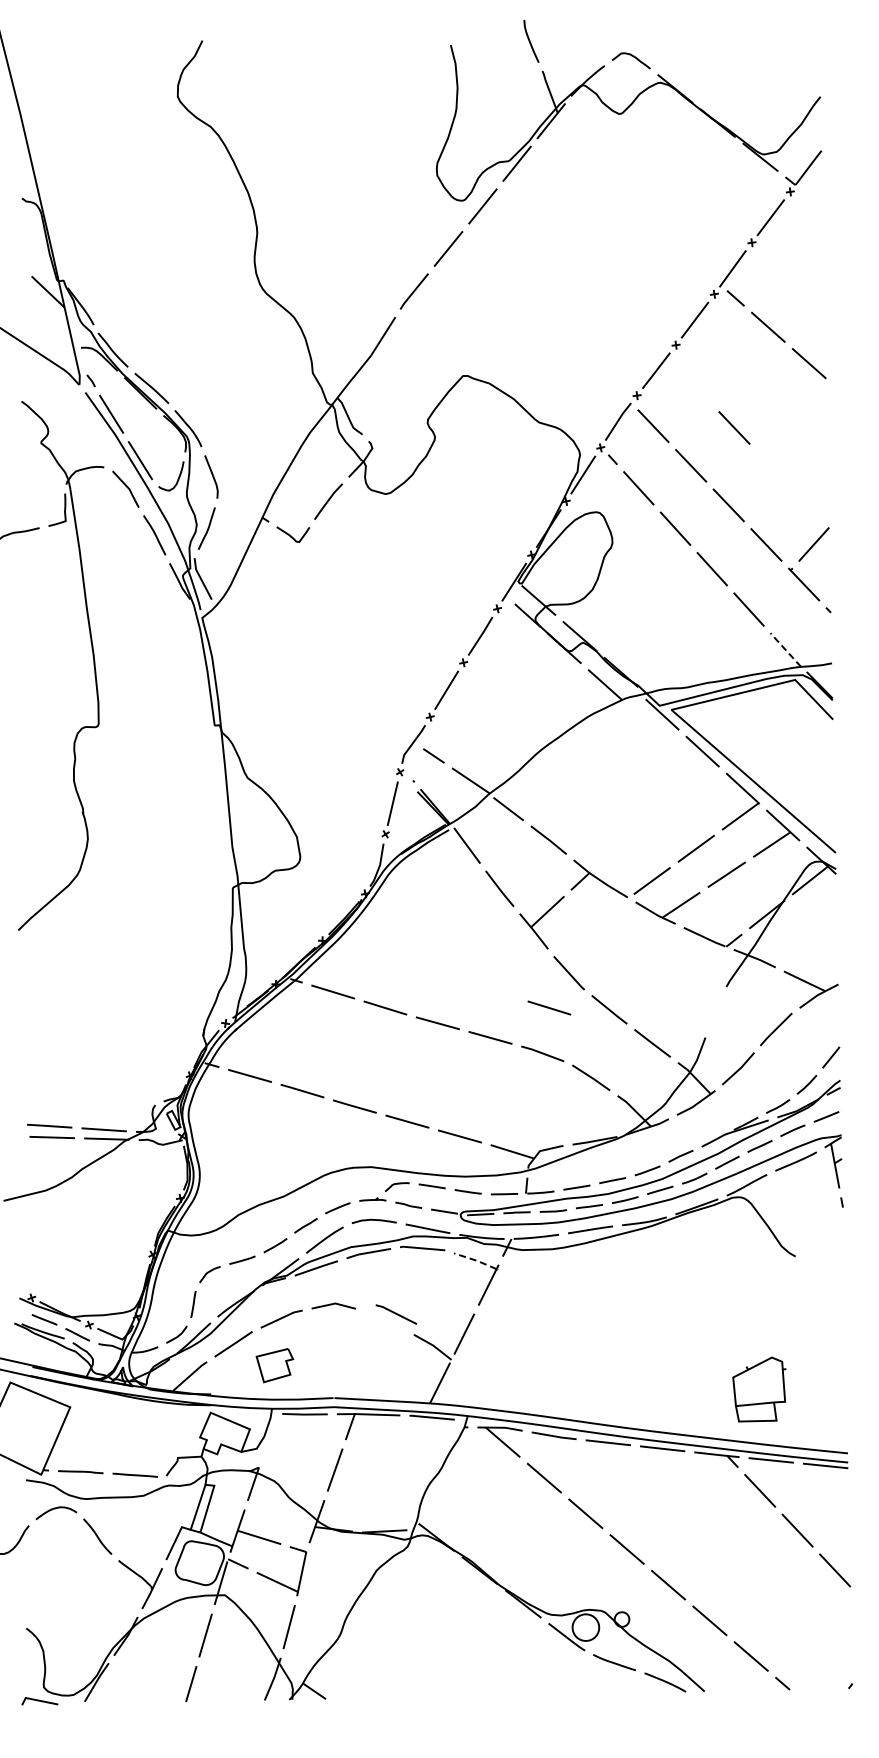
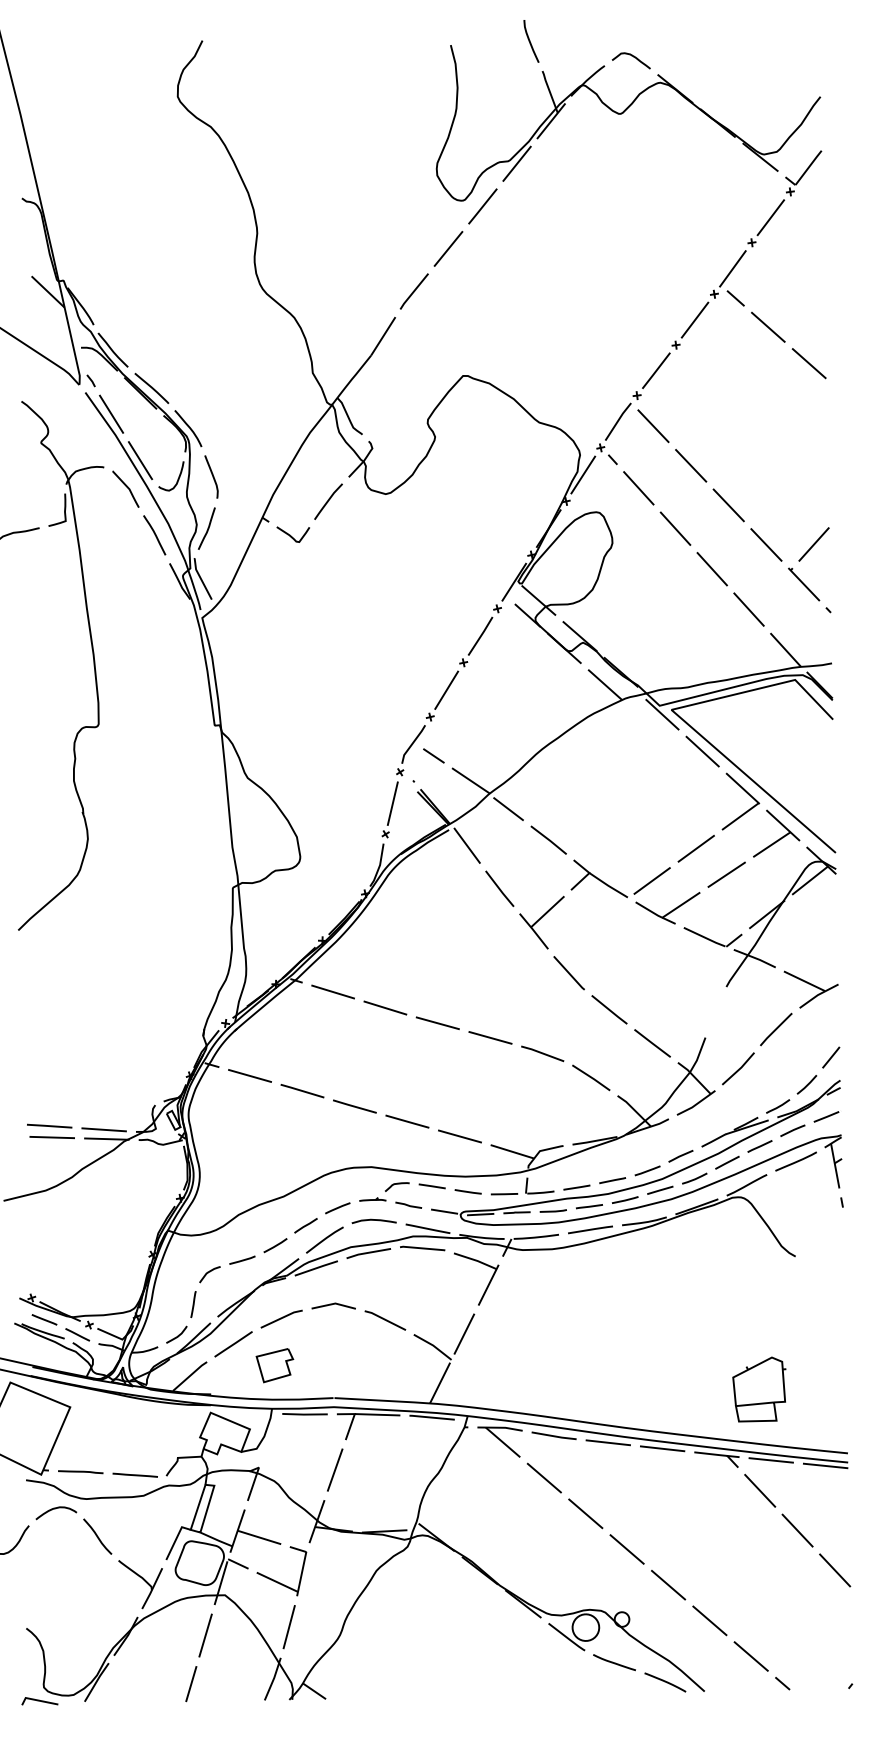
line at (734, 427): present -> none
line at (786, 650): dashed -> solid
line at (549, 1007): present -> none
line at (476, 1260): dashed -> solid
line at (396, 1314) position: (396, 1314) -> (385, 1320)
